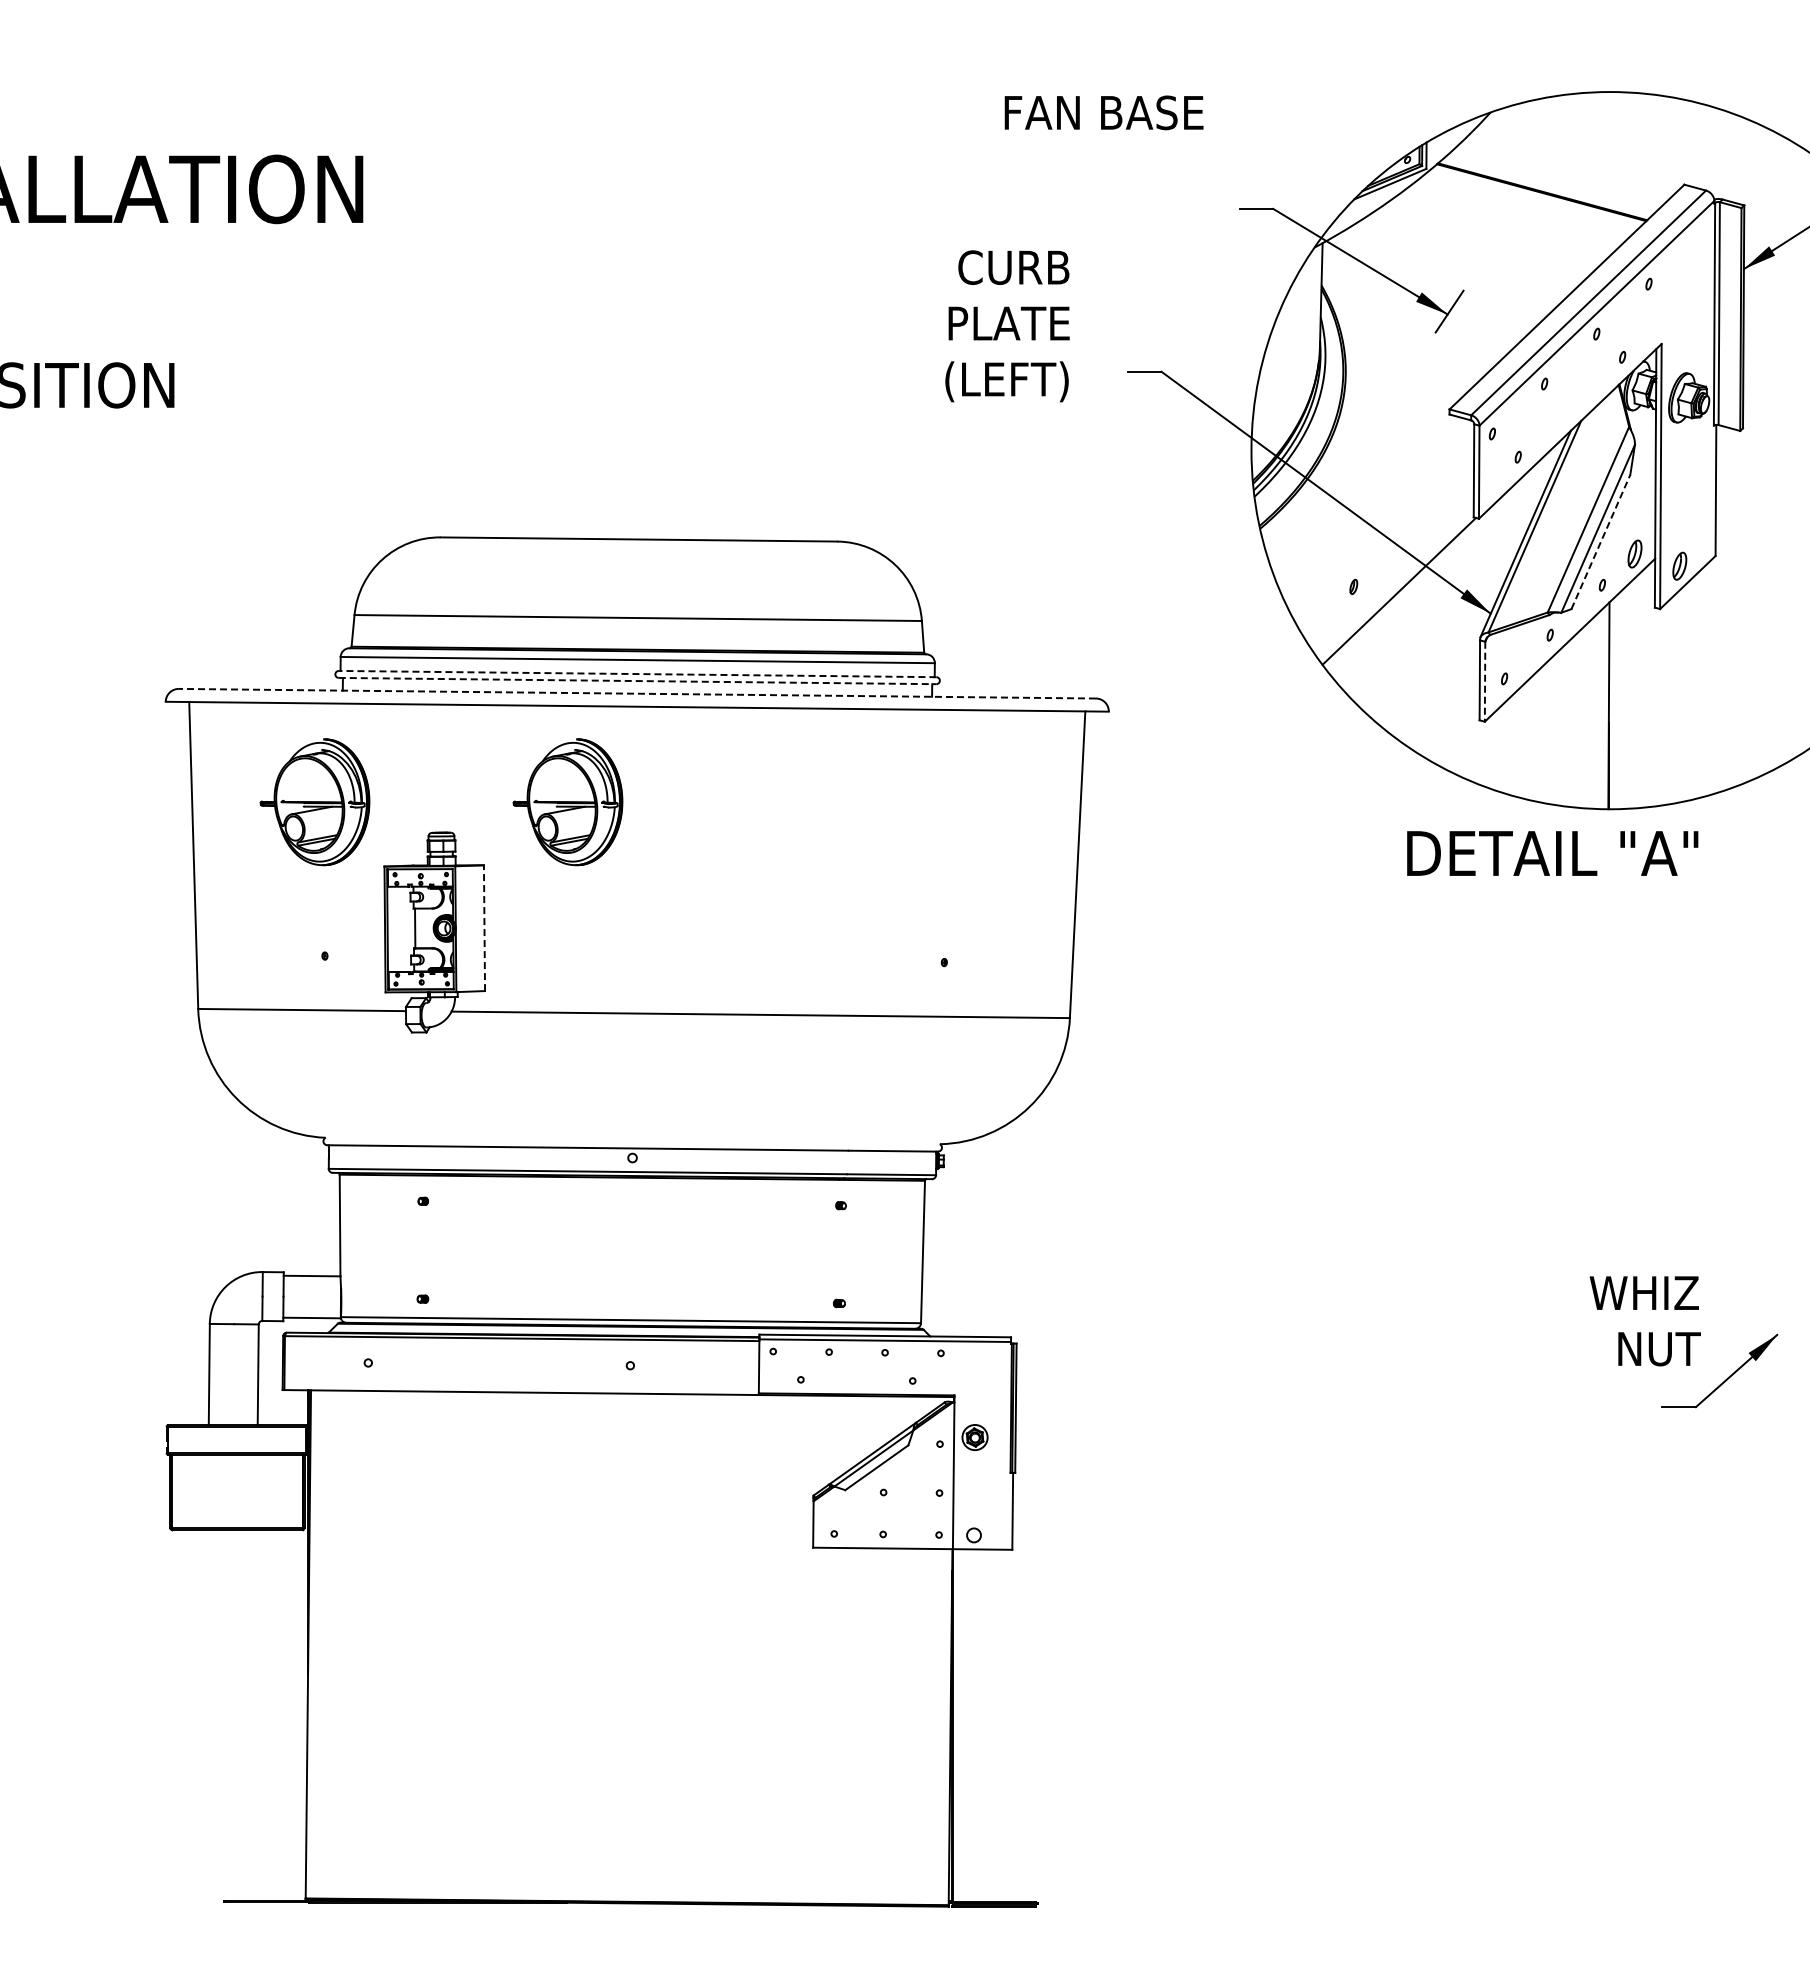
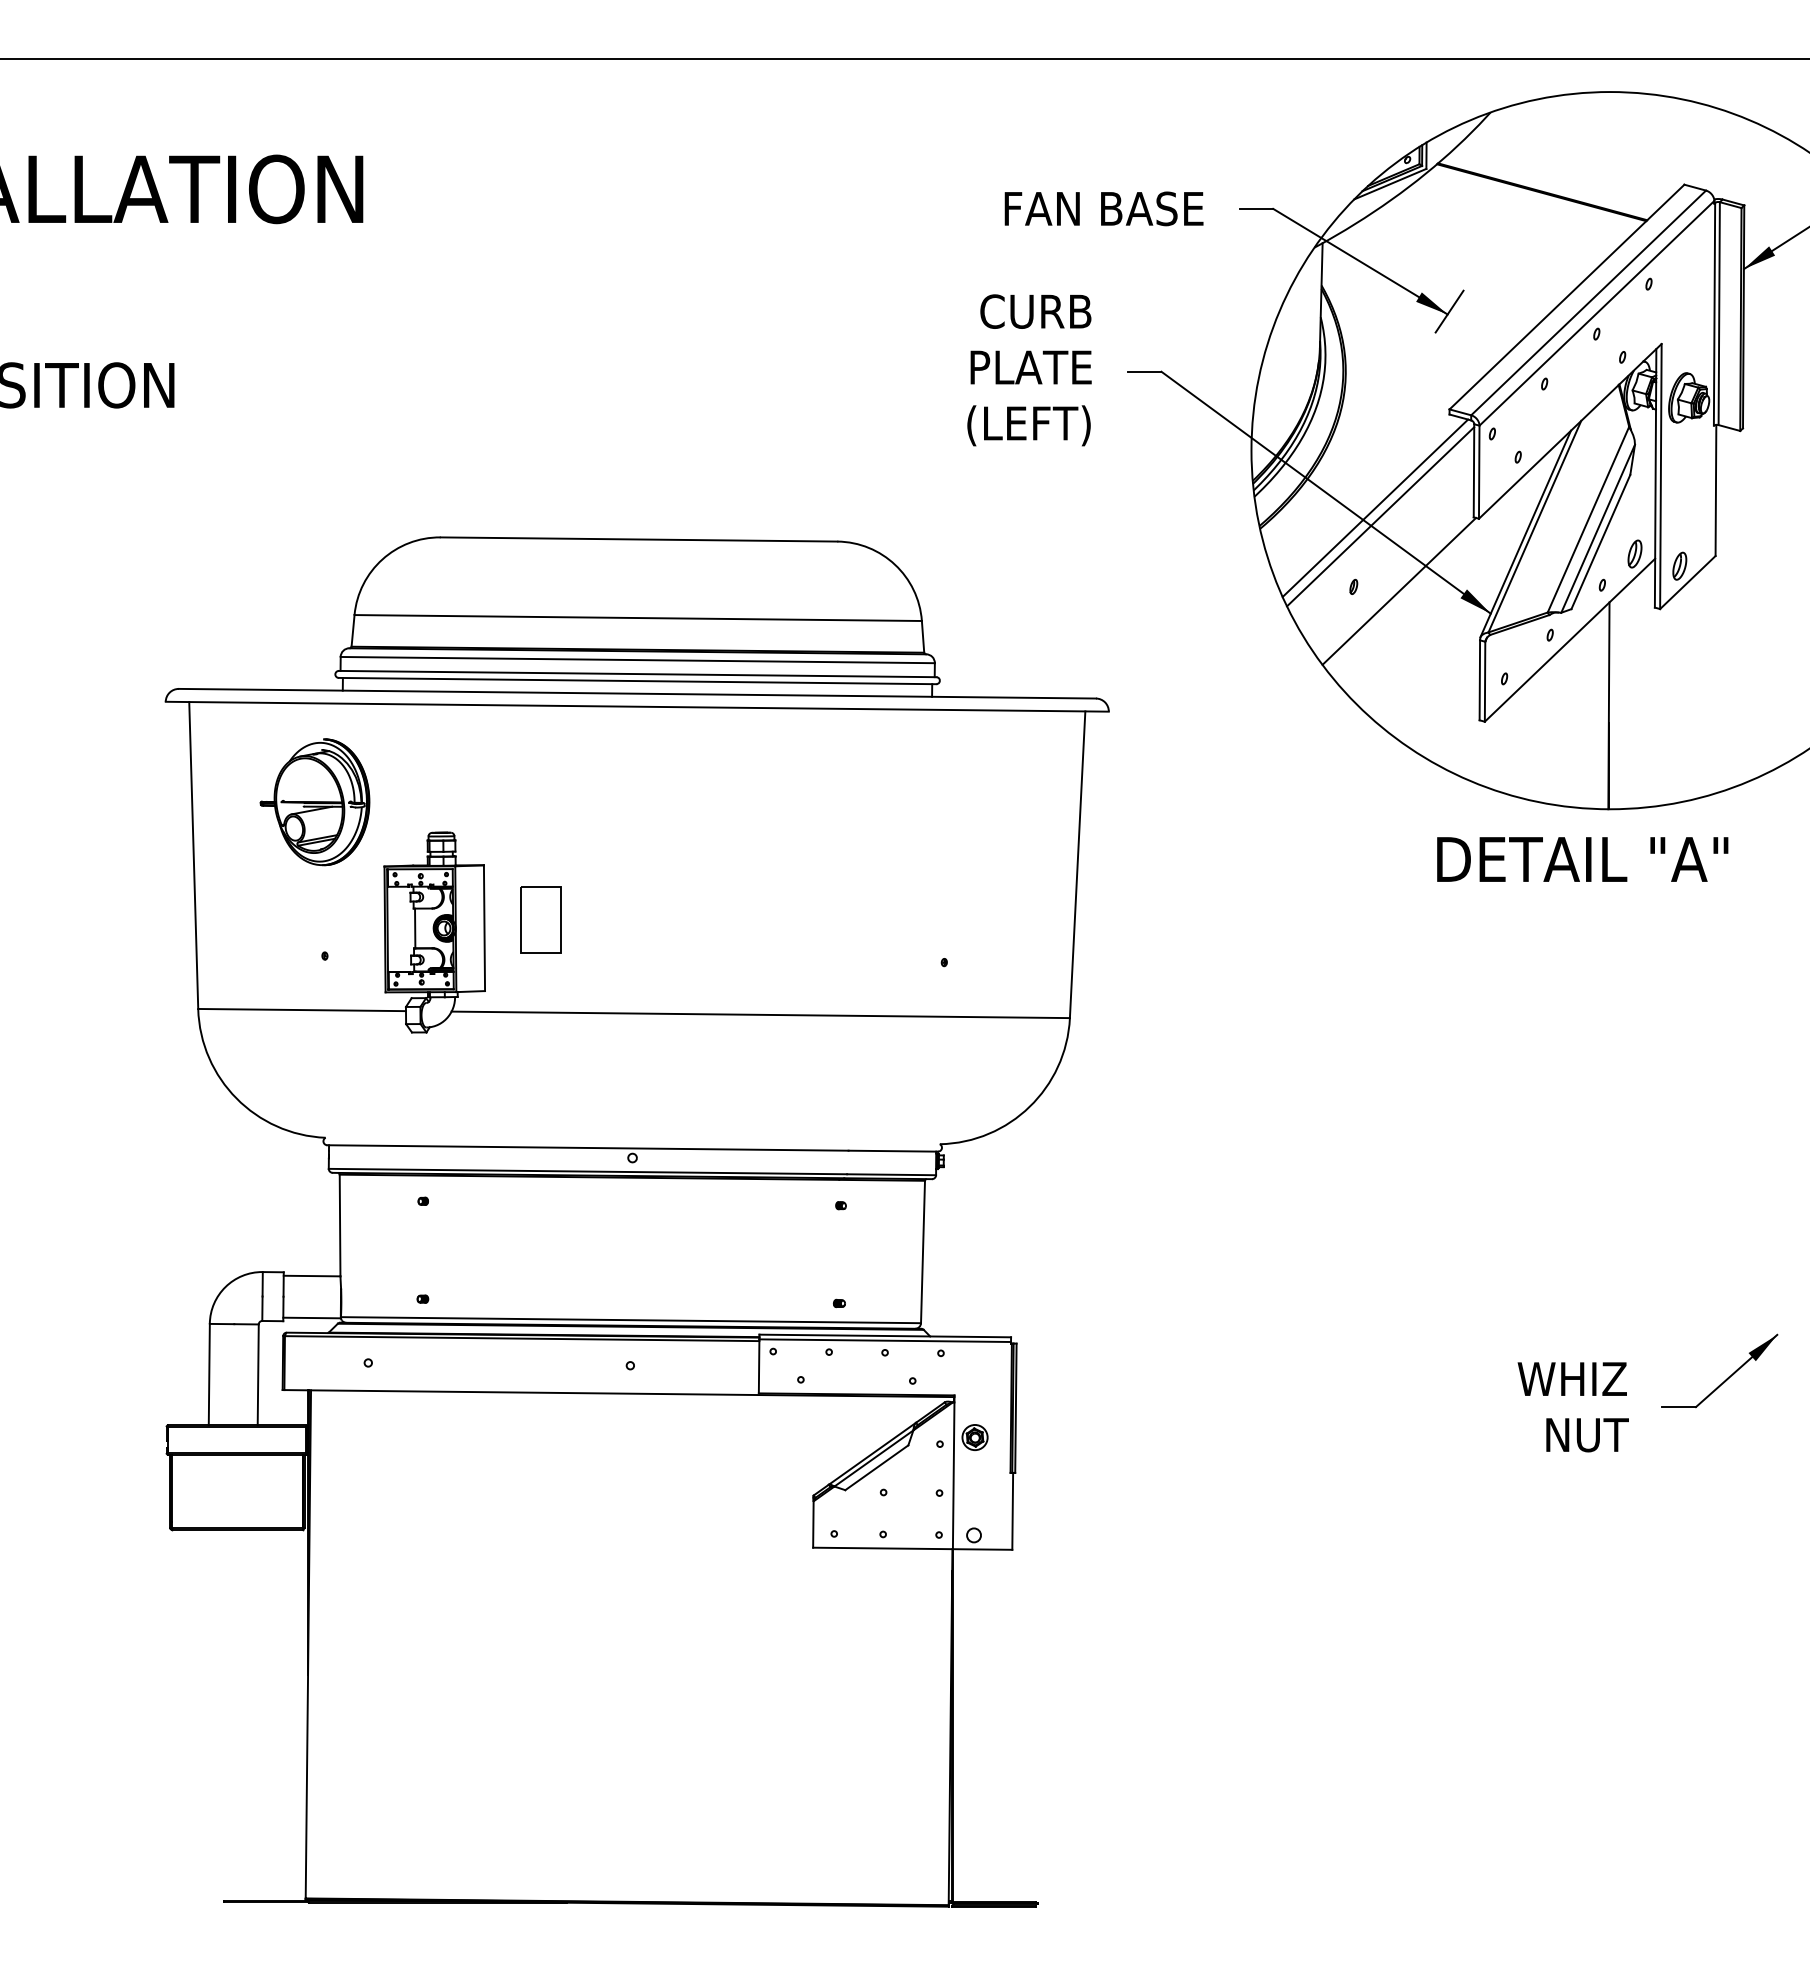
line at (904, 58): none -> present
text at (1103, 112) position: (1103, 112) -> (1103, 208)
text at (1007, 326) position: (1007, 326) -> (1029, 370)
line at (1375, 507): none -> present
line at (1380, 516): none -> present
line at (1601, 541): dashed -> solid
line at (637, 674): dashed -> solid
line at (637, 681): dashed -> solid
line at (1485, 681): dashed -> solid
line at (637, 693): dashed -> solid
part at (567, 802): present -> none
text at (1552, 853) position: (1552, 853) -> (1582, 859)
part at (540, 919): none -> present
line at (484, 928): dashed -> solid
text at (1644, 1321) position: (1644, 1321) -> (1572, 1407)
